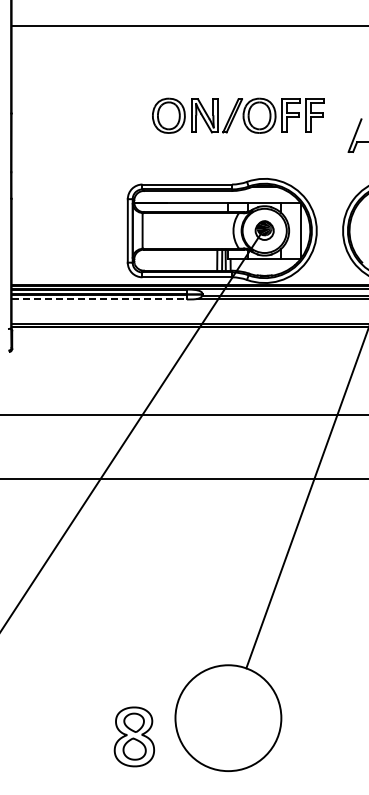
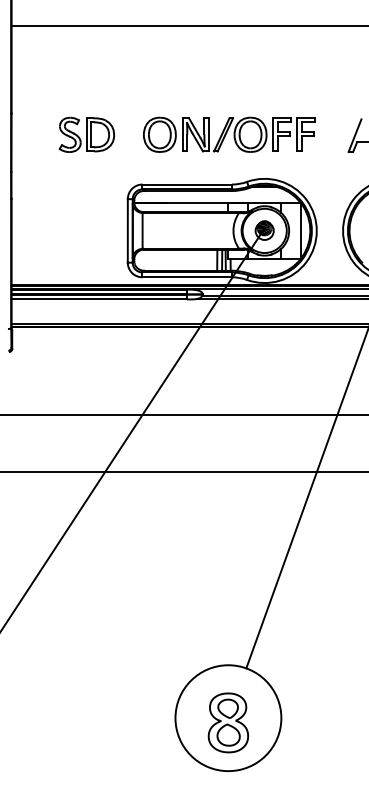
part at (238, 115) position: (238, 115) -> (229, 134)
part at (86, 134): none -> present
line at (99, 299): dashed -> solid
line at (183, 479) position: (183, 479) -> (183, 472)
part at (133, 736) position: (133, 736) -> (227, 722)
